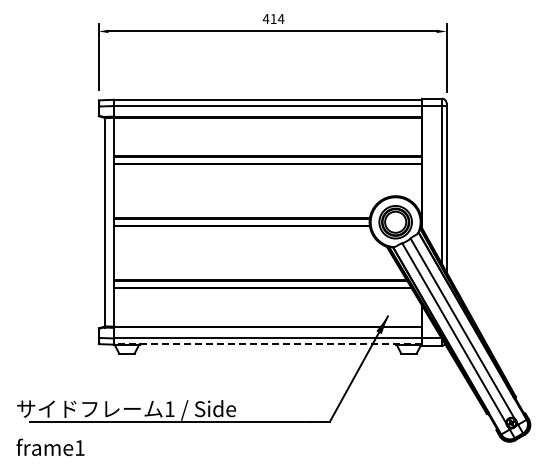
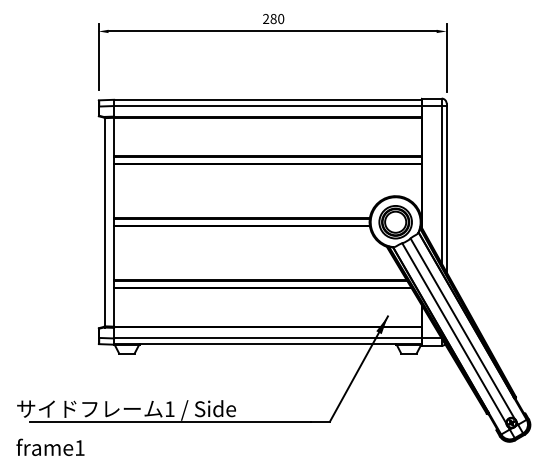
text at (273, 18): 414 -> 280
line at (267, 344): dashed -> solid
